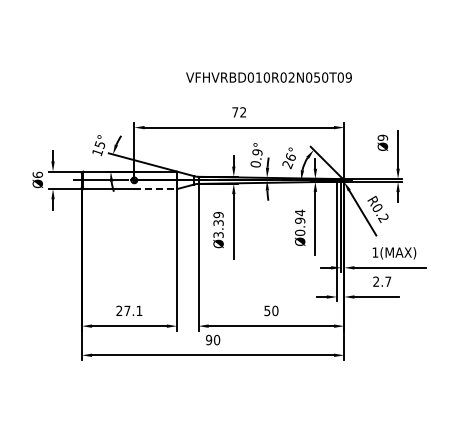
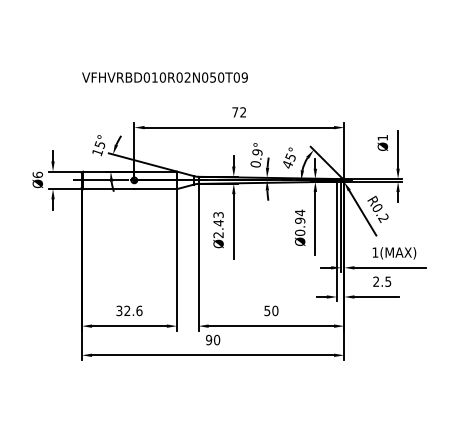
text at (268, 77) position: (268, 77) -> (164, 77)
text at (382, 137): Ø9 -> Ø1
text at (288, 161): 26° -> 45°
line at (156, 189): dashed -> solid
text at (218, 224): Ø3.39 -> Ø2.43
text at (388, 281): 2.7 -> 2.5
text at (129, 310): 27.1 -> 32.6
